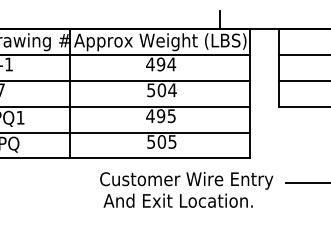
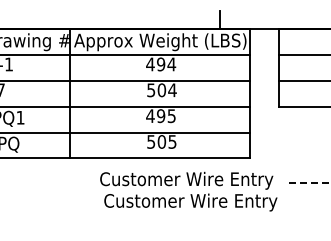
line at (307, 182): solid -> dashed
text at (190, 202): And Exit Location. -> Customer Wire Entry
